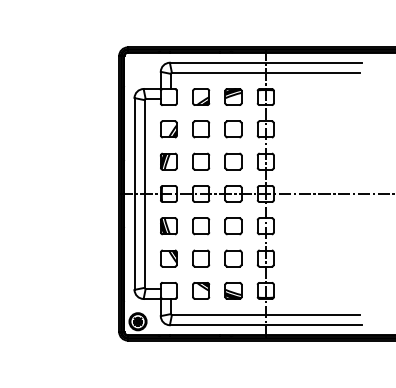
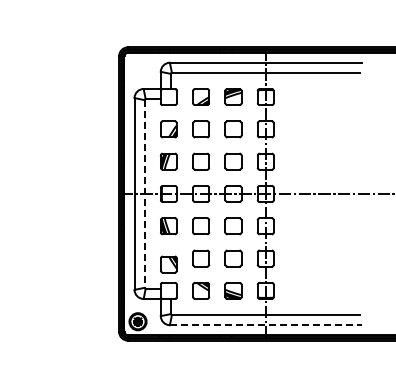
line at (144, 193): solid -> dashed
part at (168, 258) position: (168, 258) -> (168, 264)
line at (265, 325): solid -> dashed
